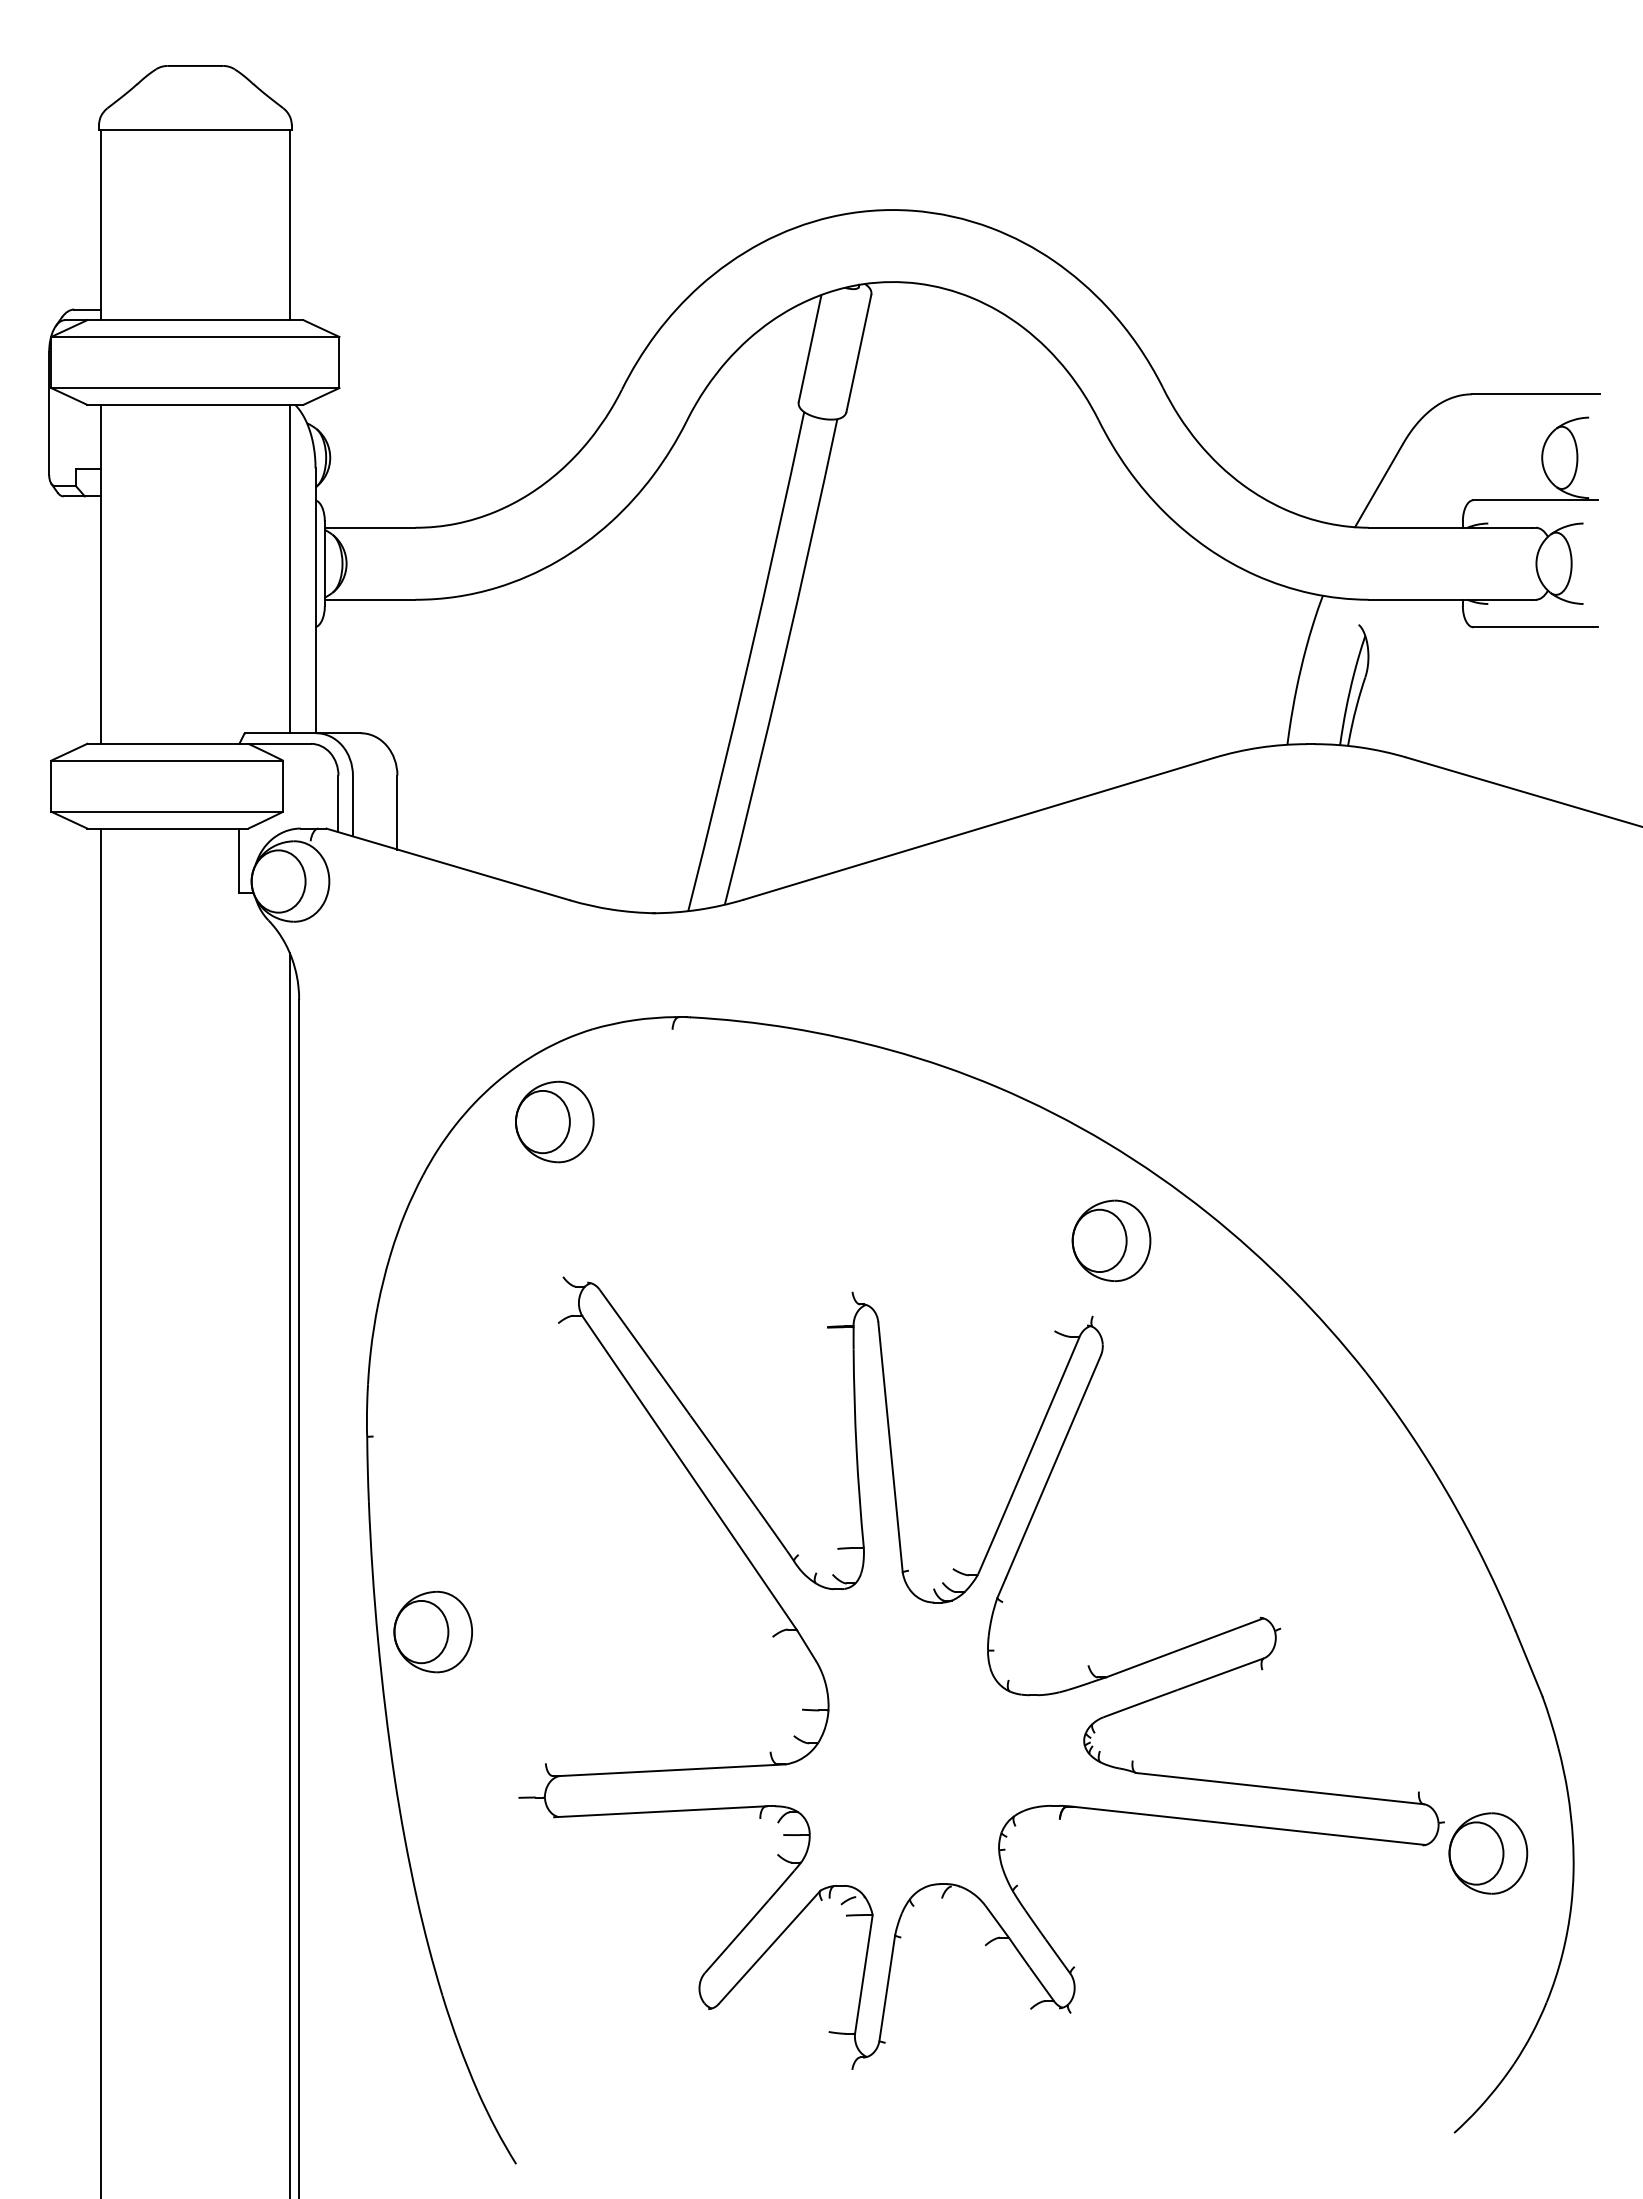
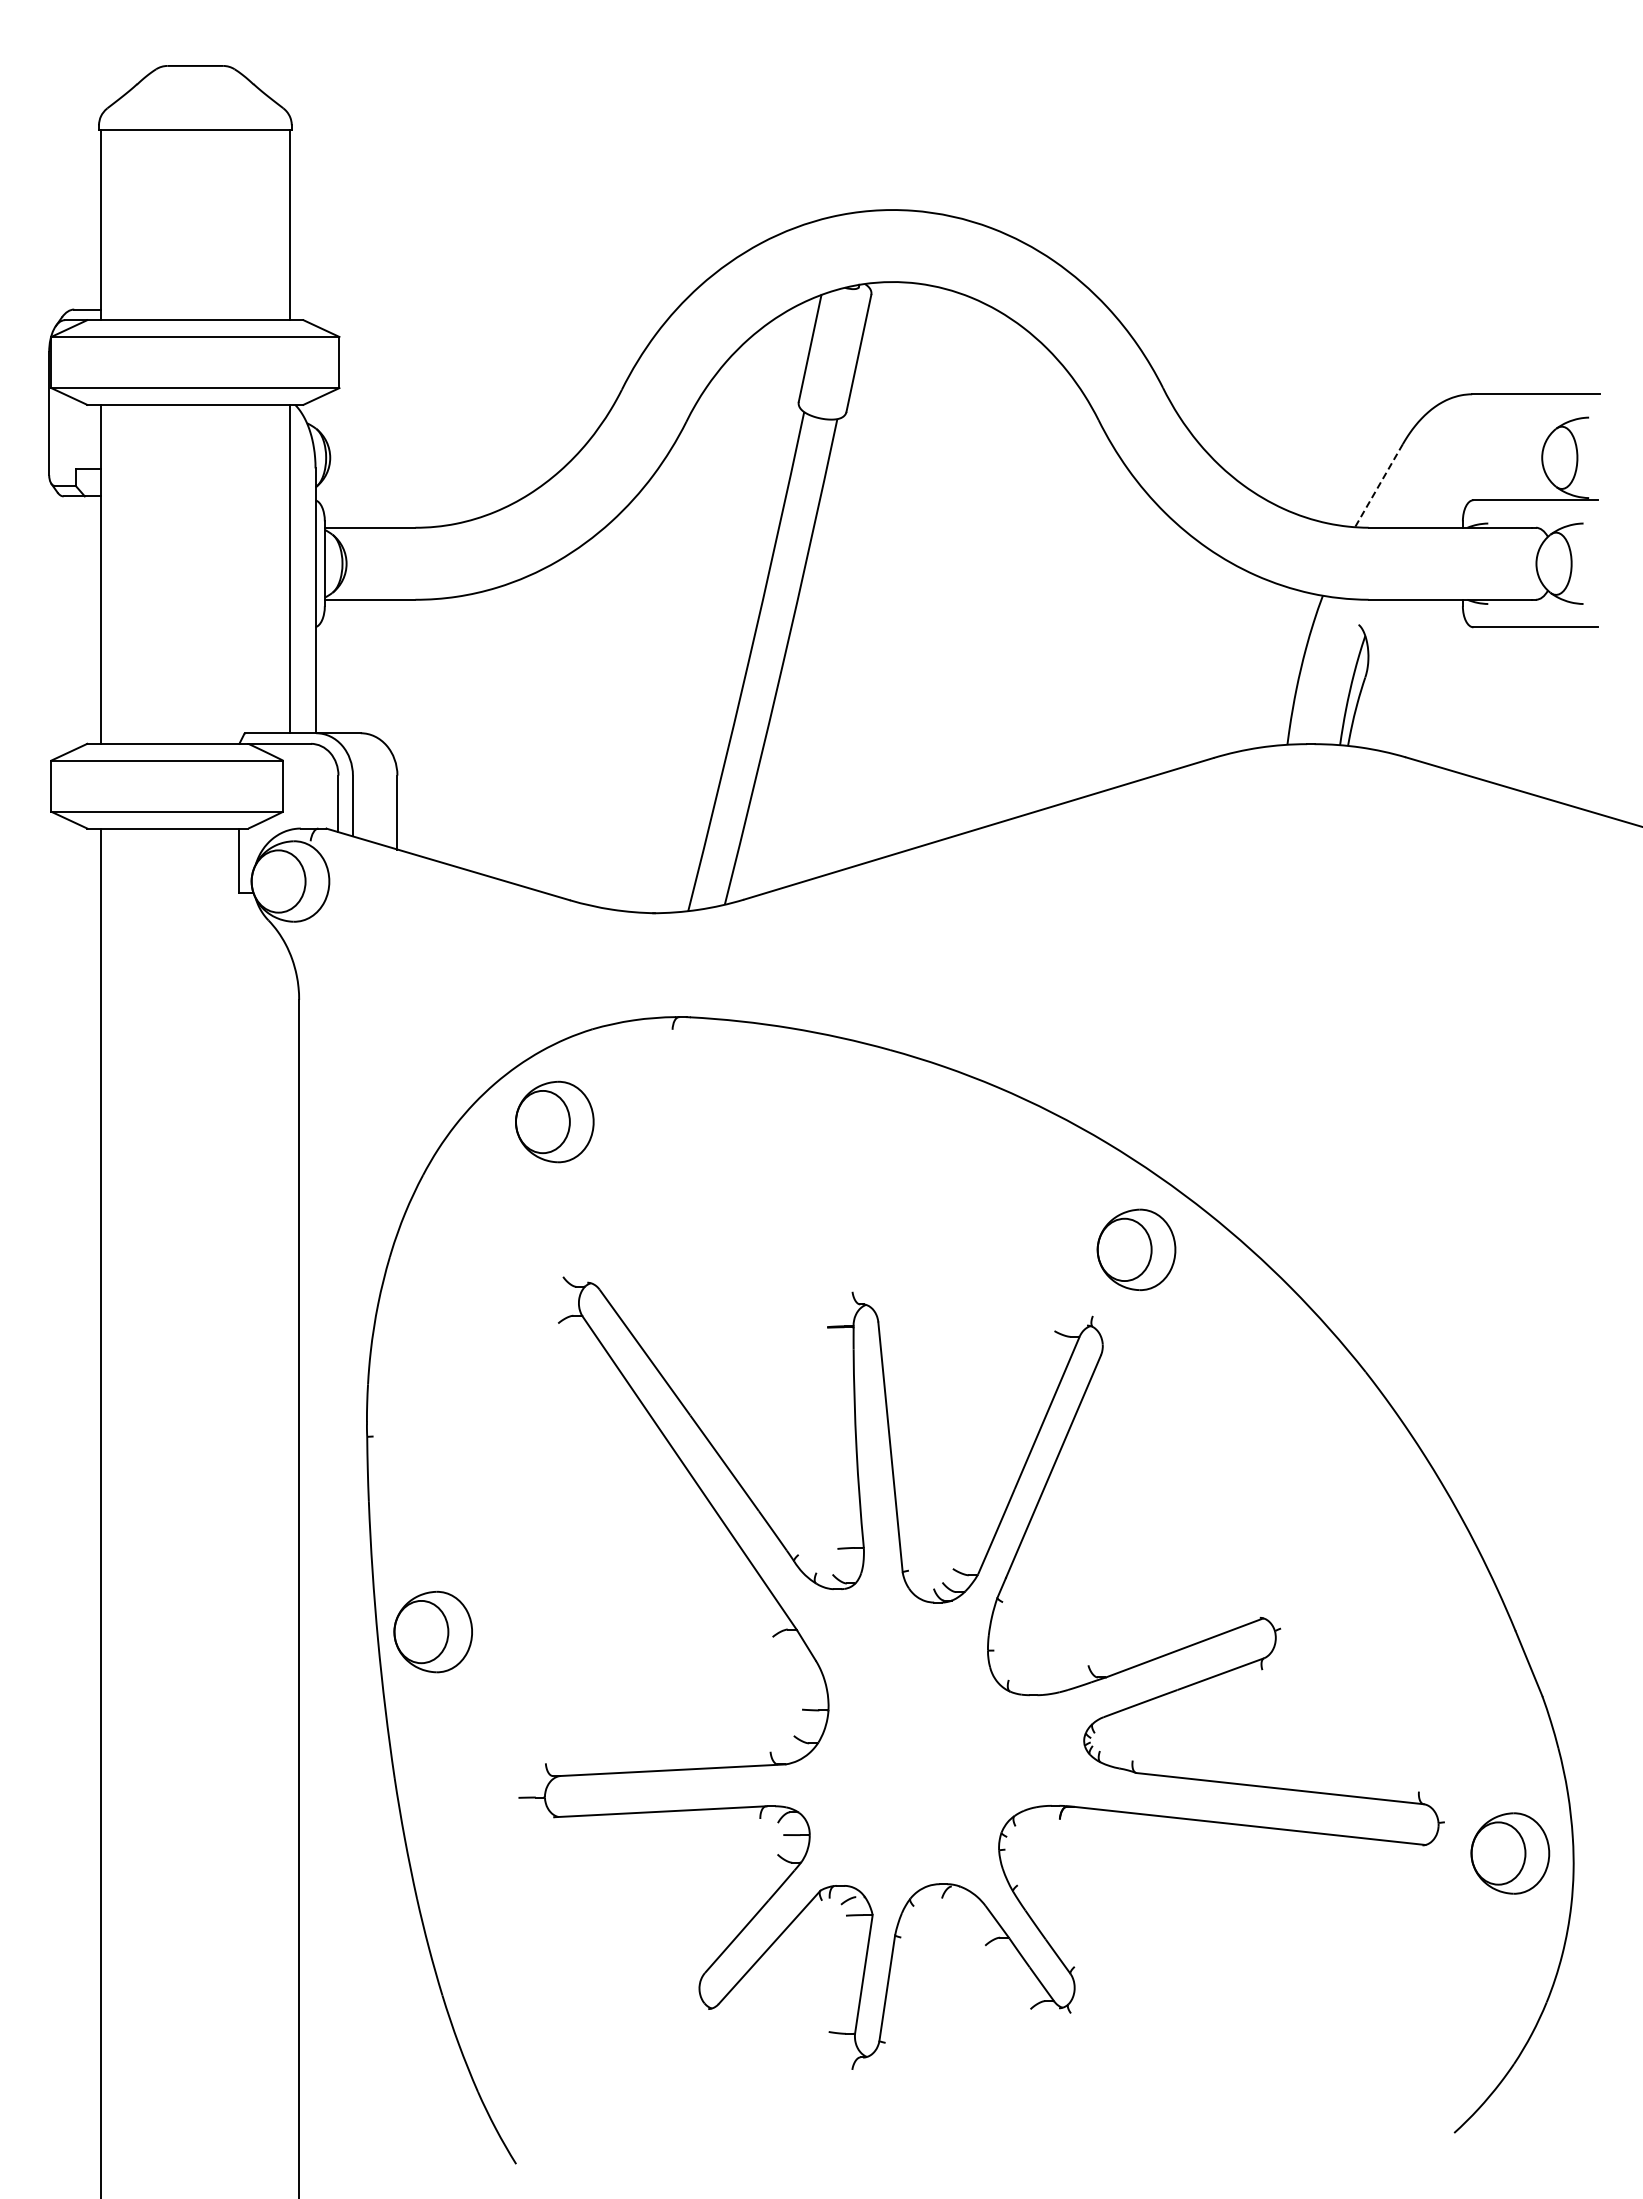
line at (1378, 485): solid -> dashed
part at (1111, 1240) position: (1111, 1240) -> (1136, 1249)
line at (289, 1573): present -> none
part at (1488, 1853) position: (1488, 1853) -> (1510, 1853)
